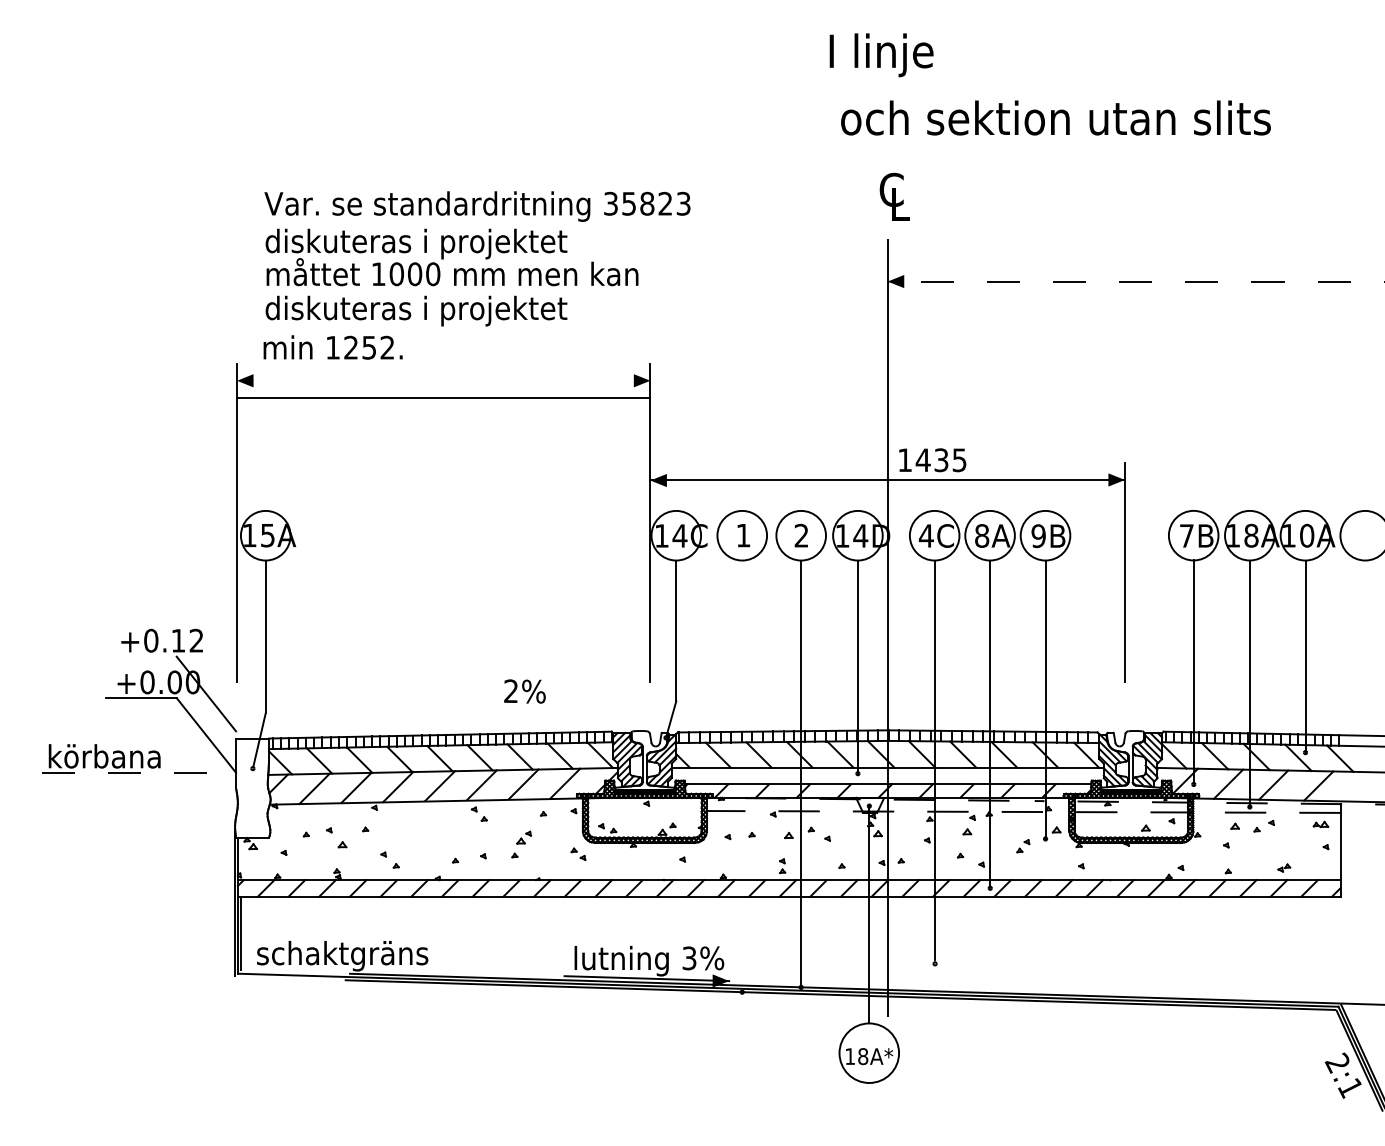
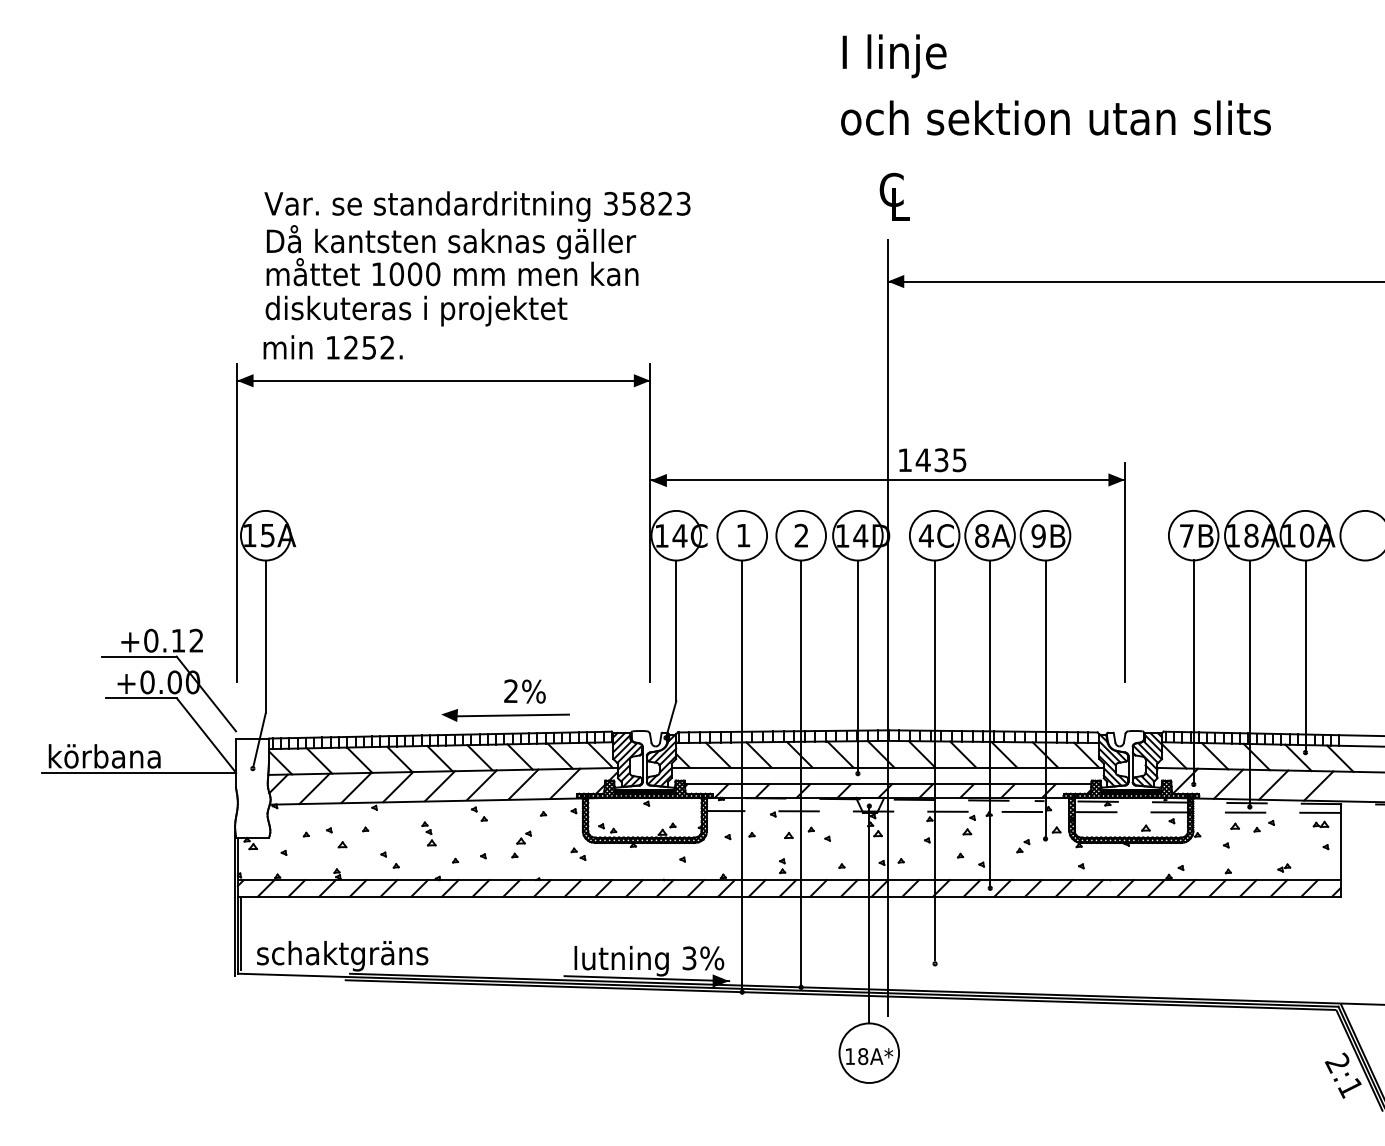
text at (881, 55) position: (881, 55) -> (894, 56)
text at (450, 242): diskuteras i projektet -> Då kantsten saknas gäller
line at (1135, 281): dashed -> solid
line at (443, 397) position: (443, 397) -> (443, 380)
line at (139, 656): none -> present
part at (505, 715): none -> present
line at (139, 772): dashed -> solid
line at (742, 776): none -> present
part at (428, 833): none -> present
